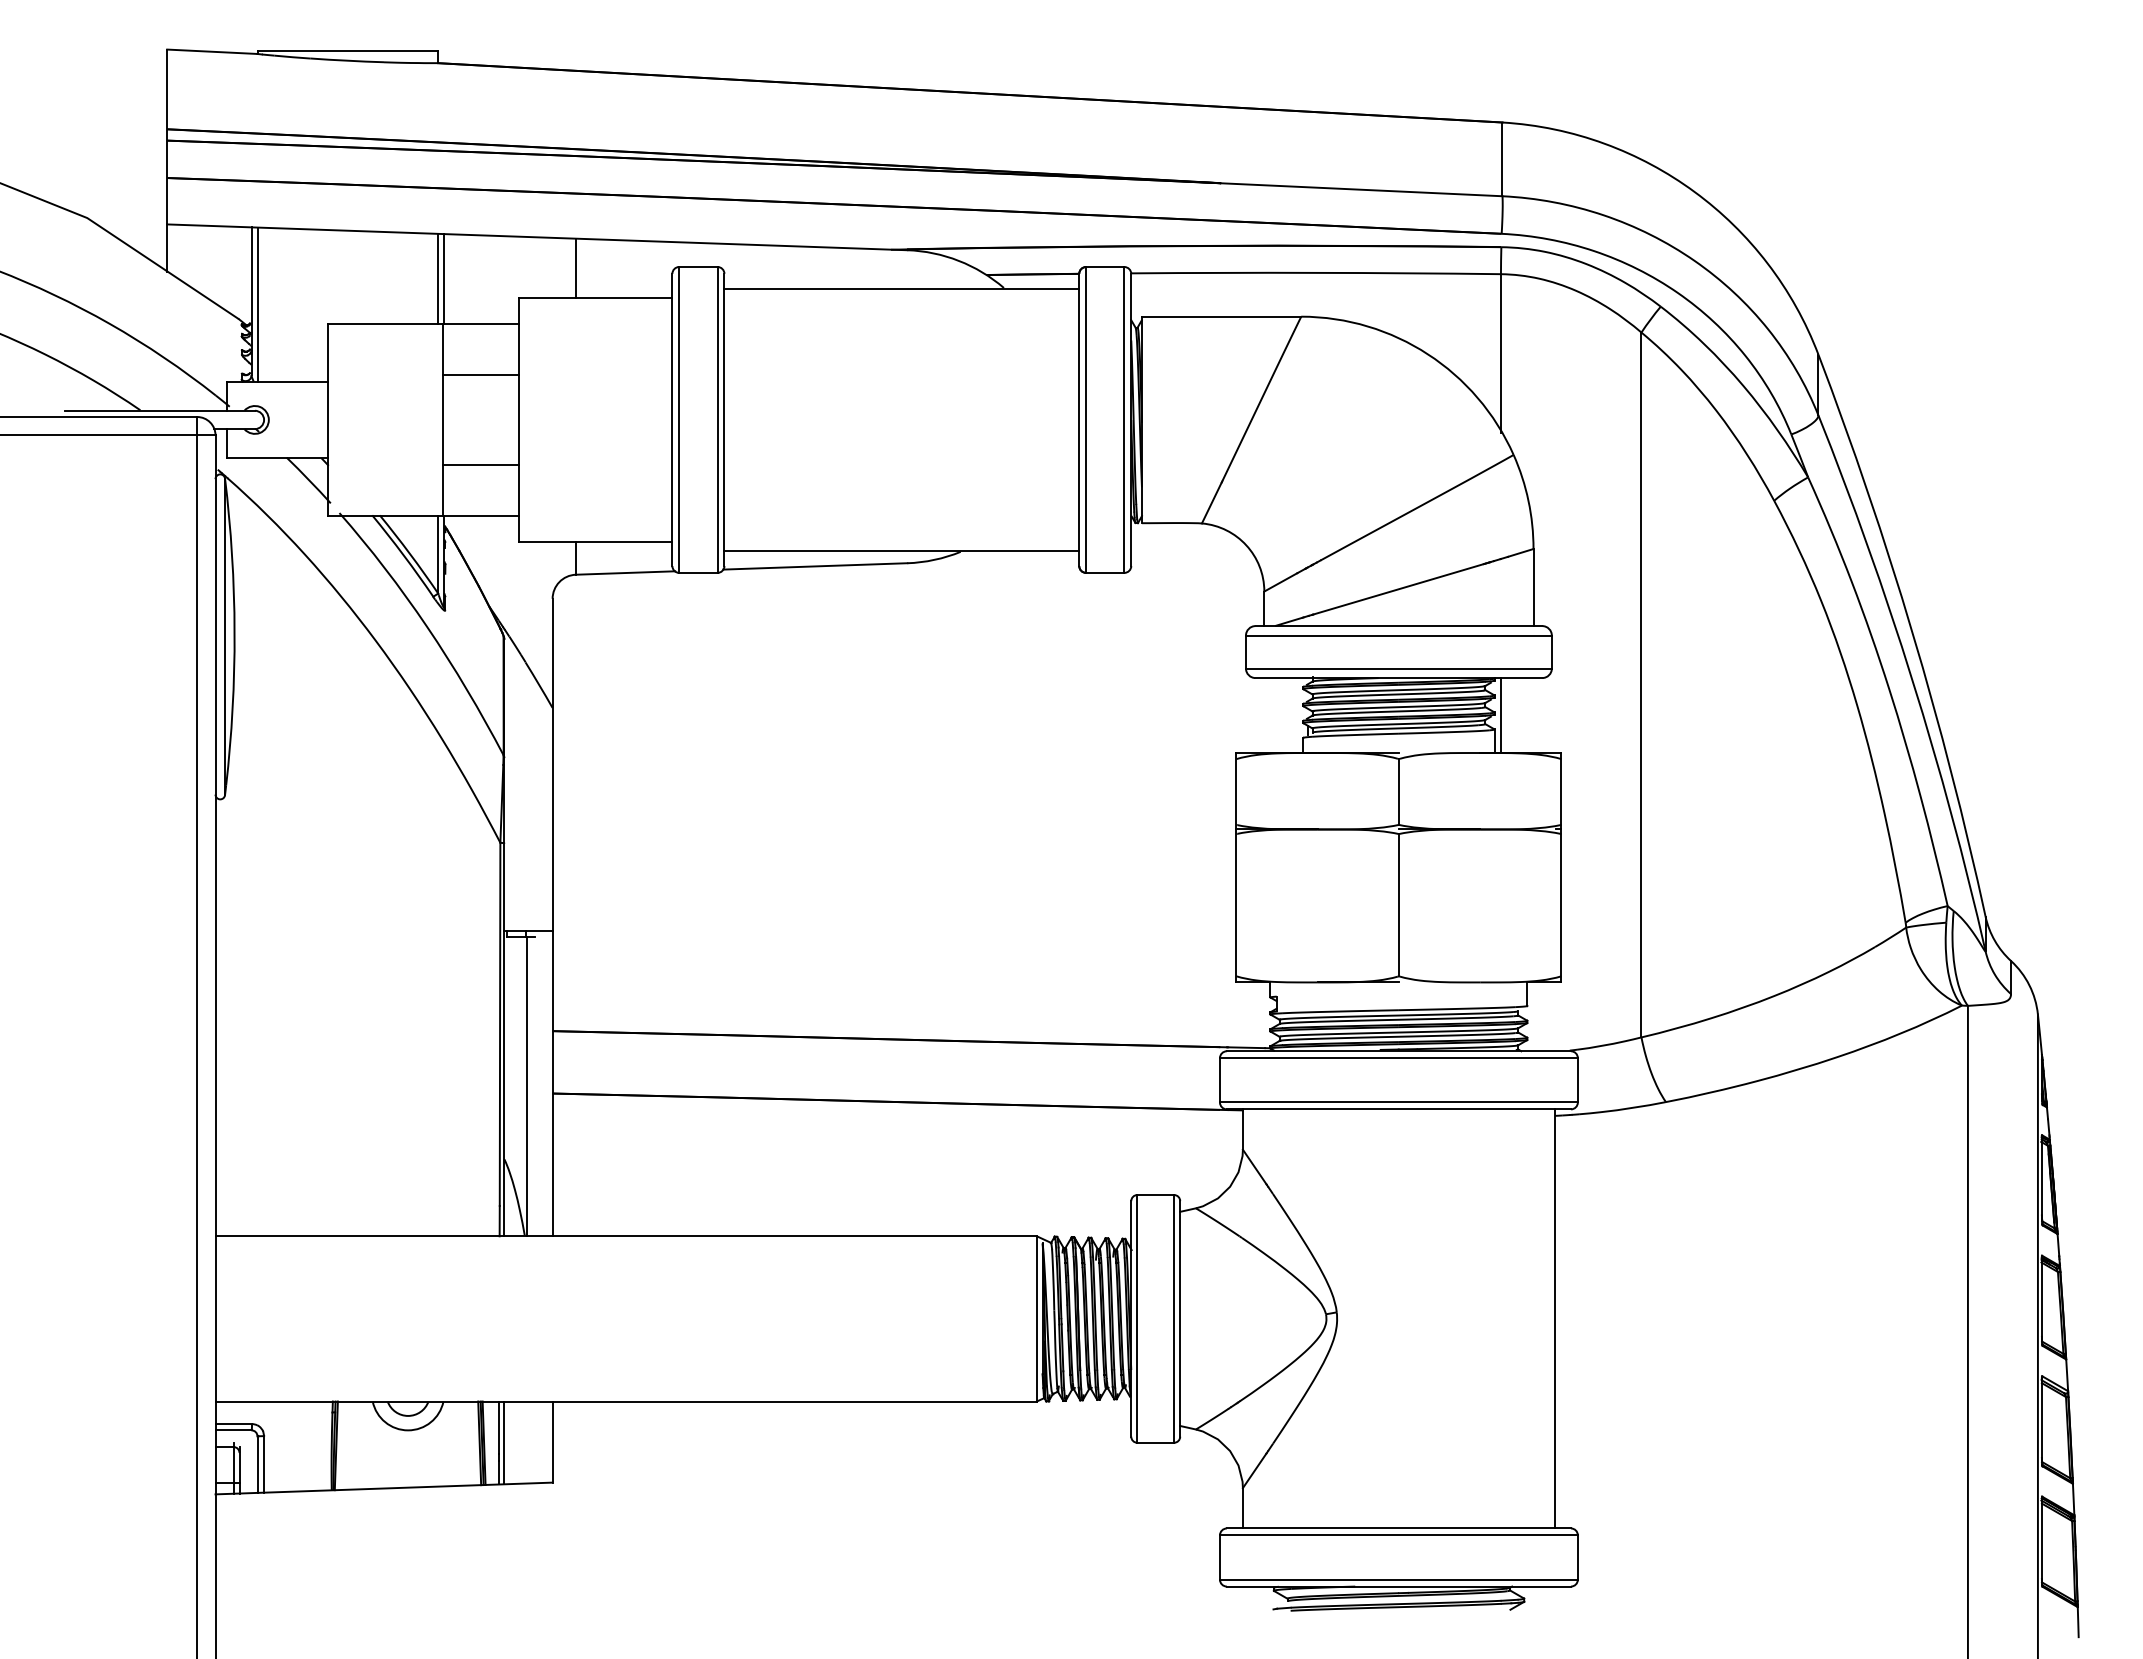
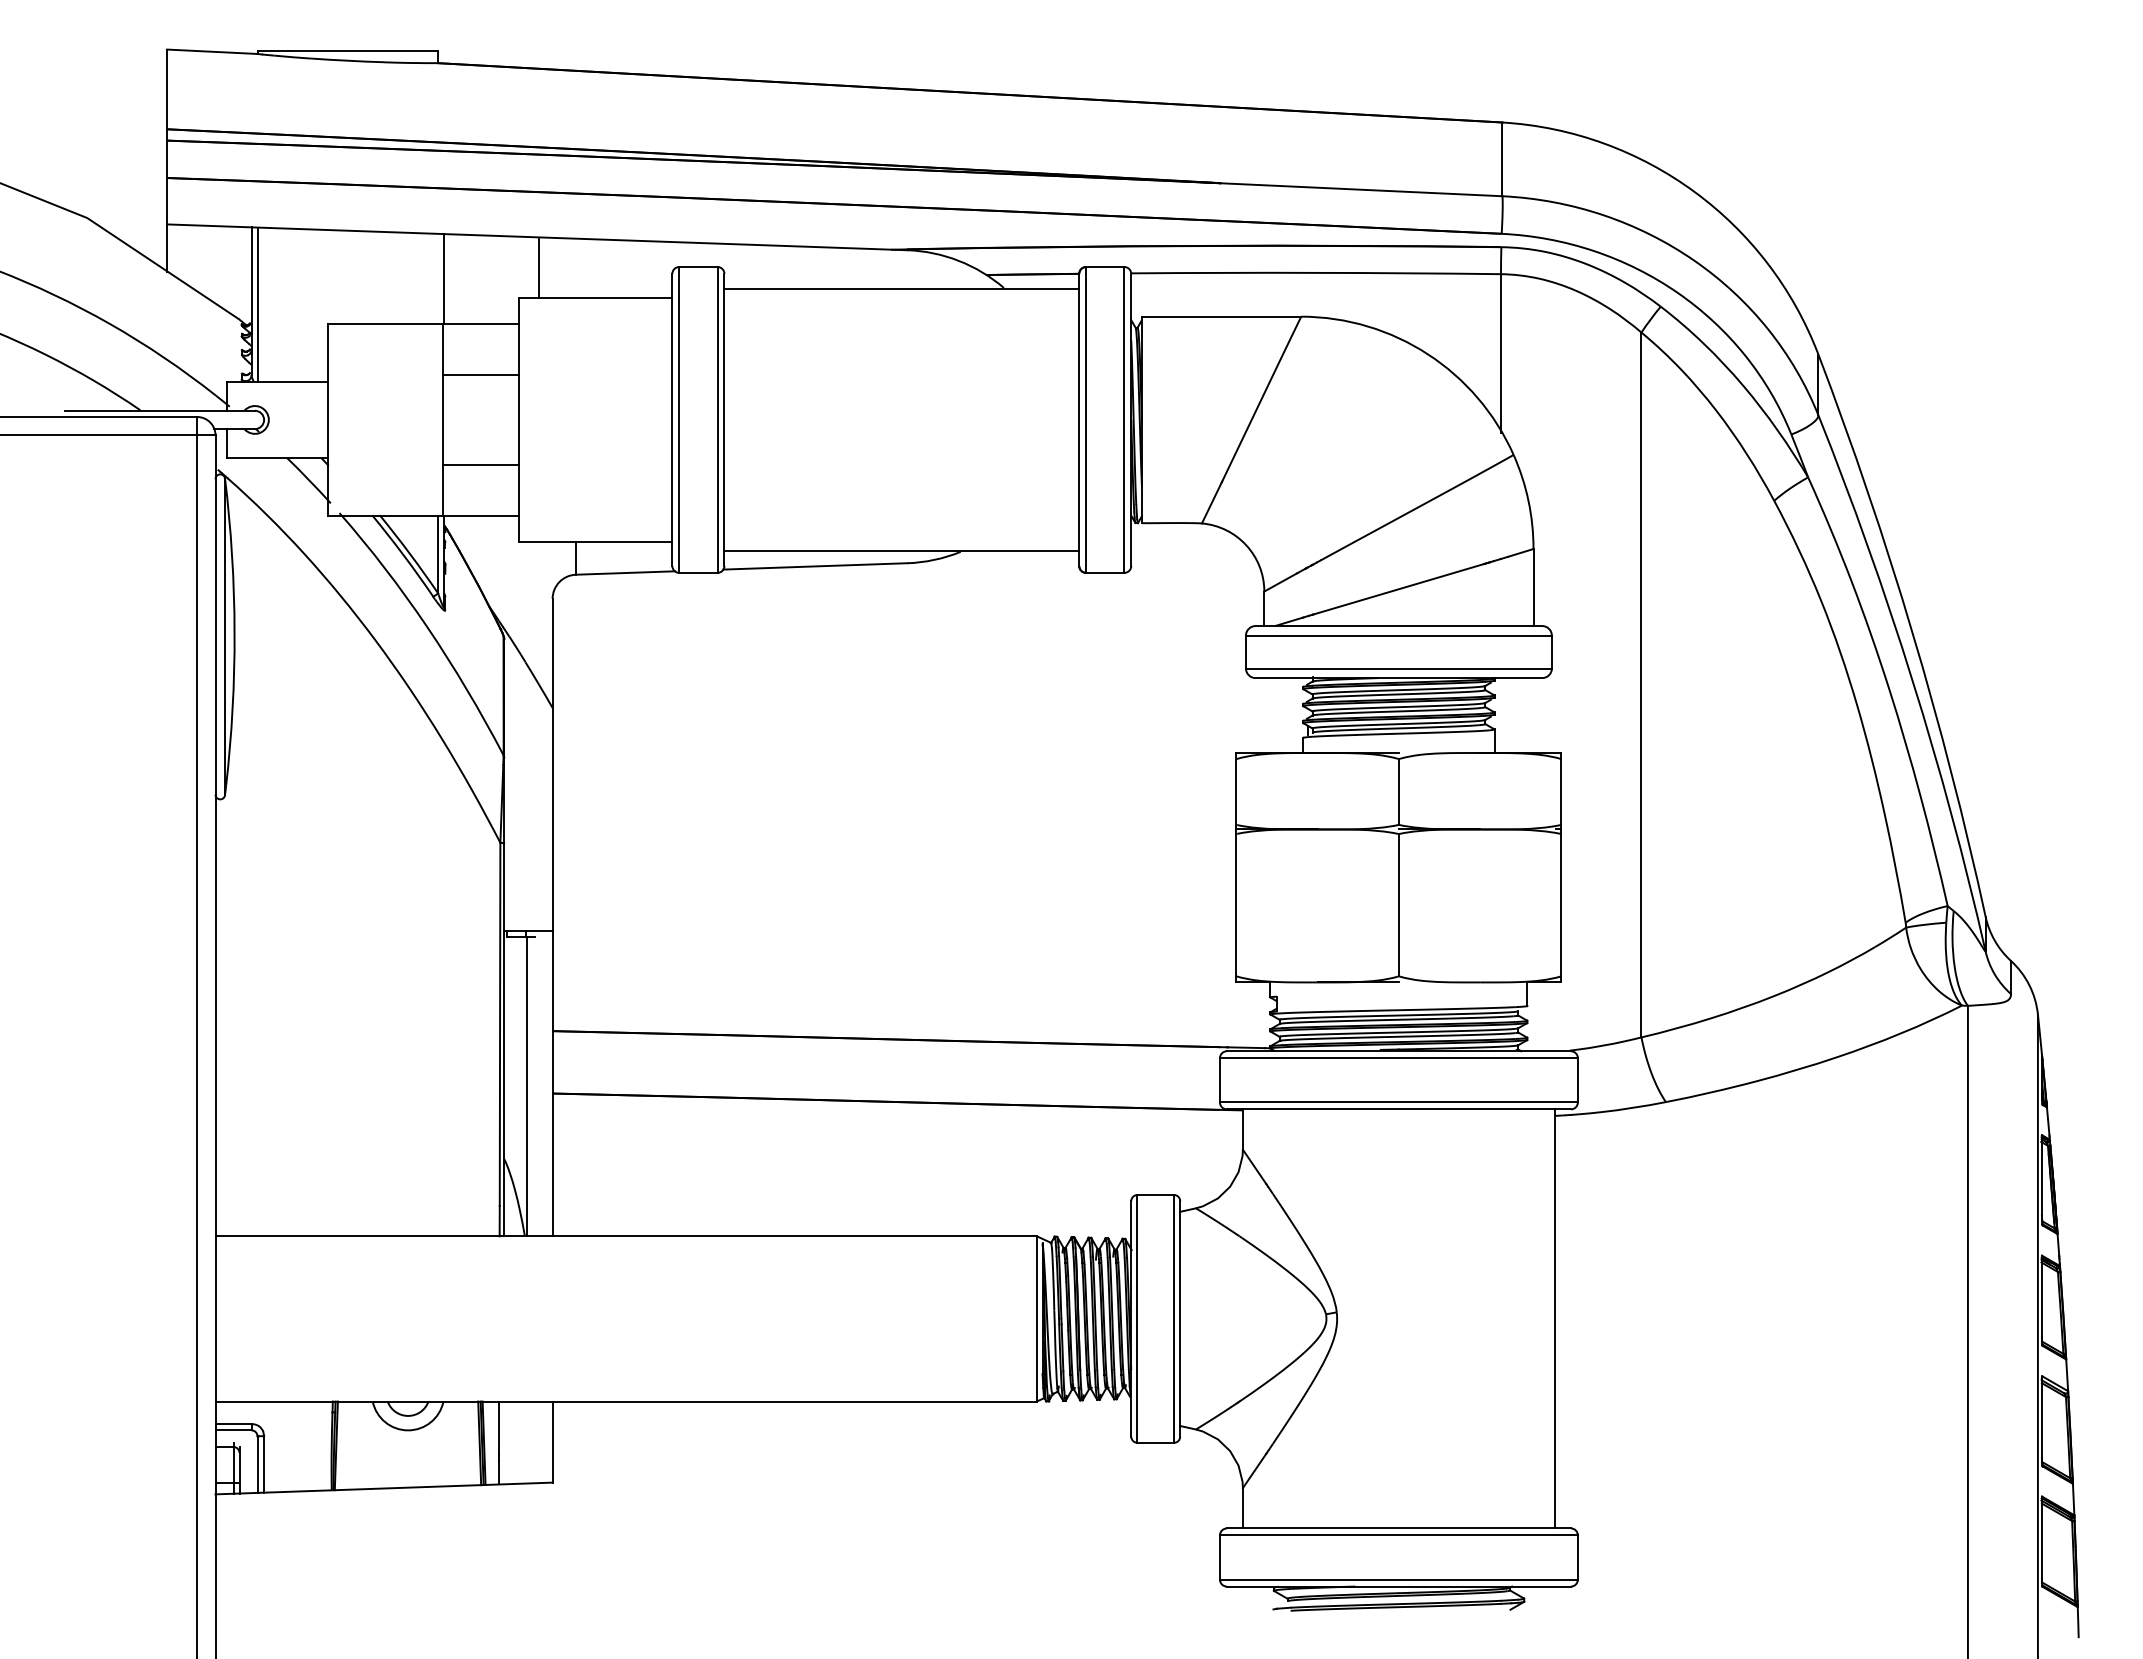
line at (575, 267) position: (575, 267) -> (538, 267)
line at (438, 278): present -> none
line at (1500, 715): present -> none
line at (504, 1442): present -> none
